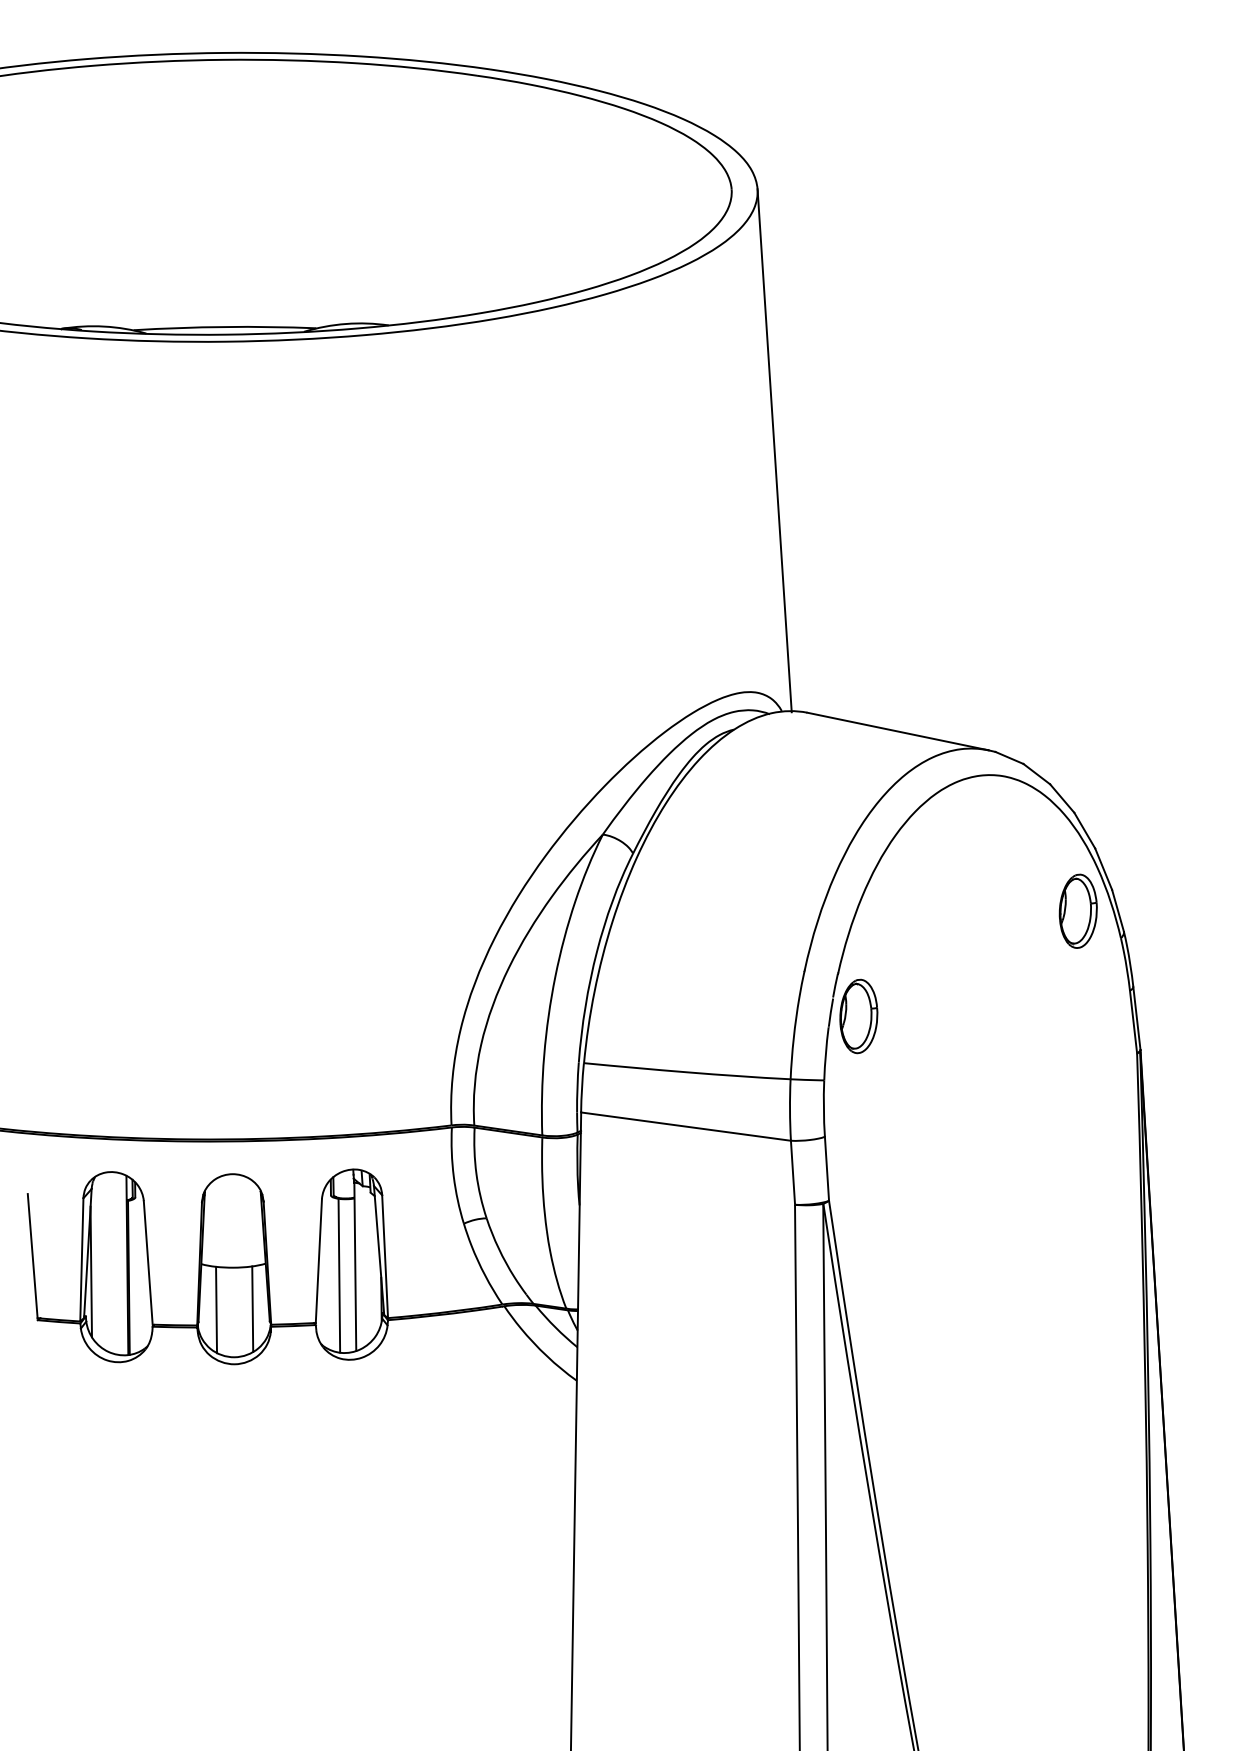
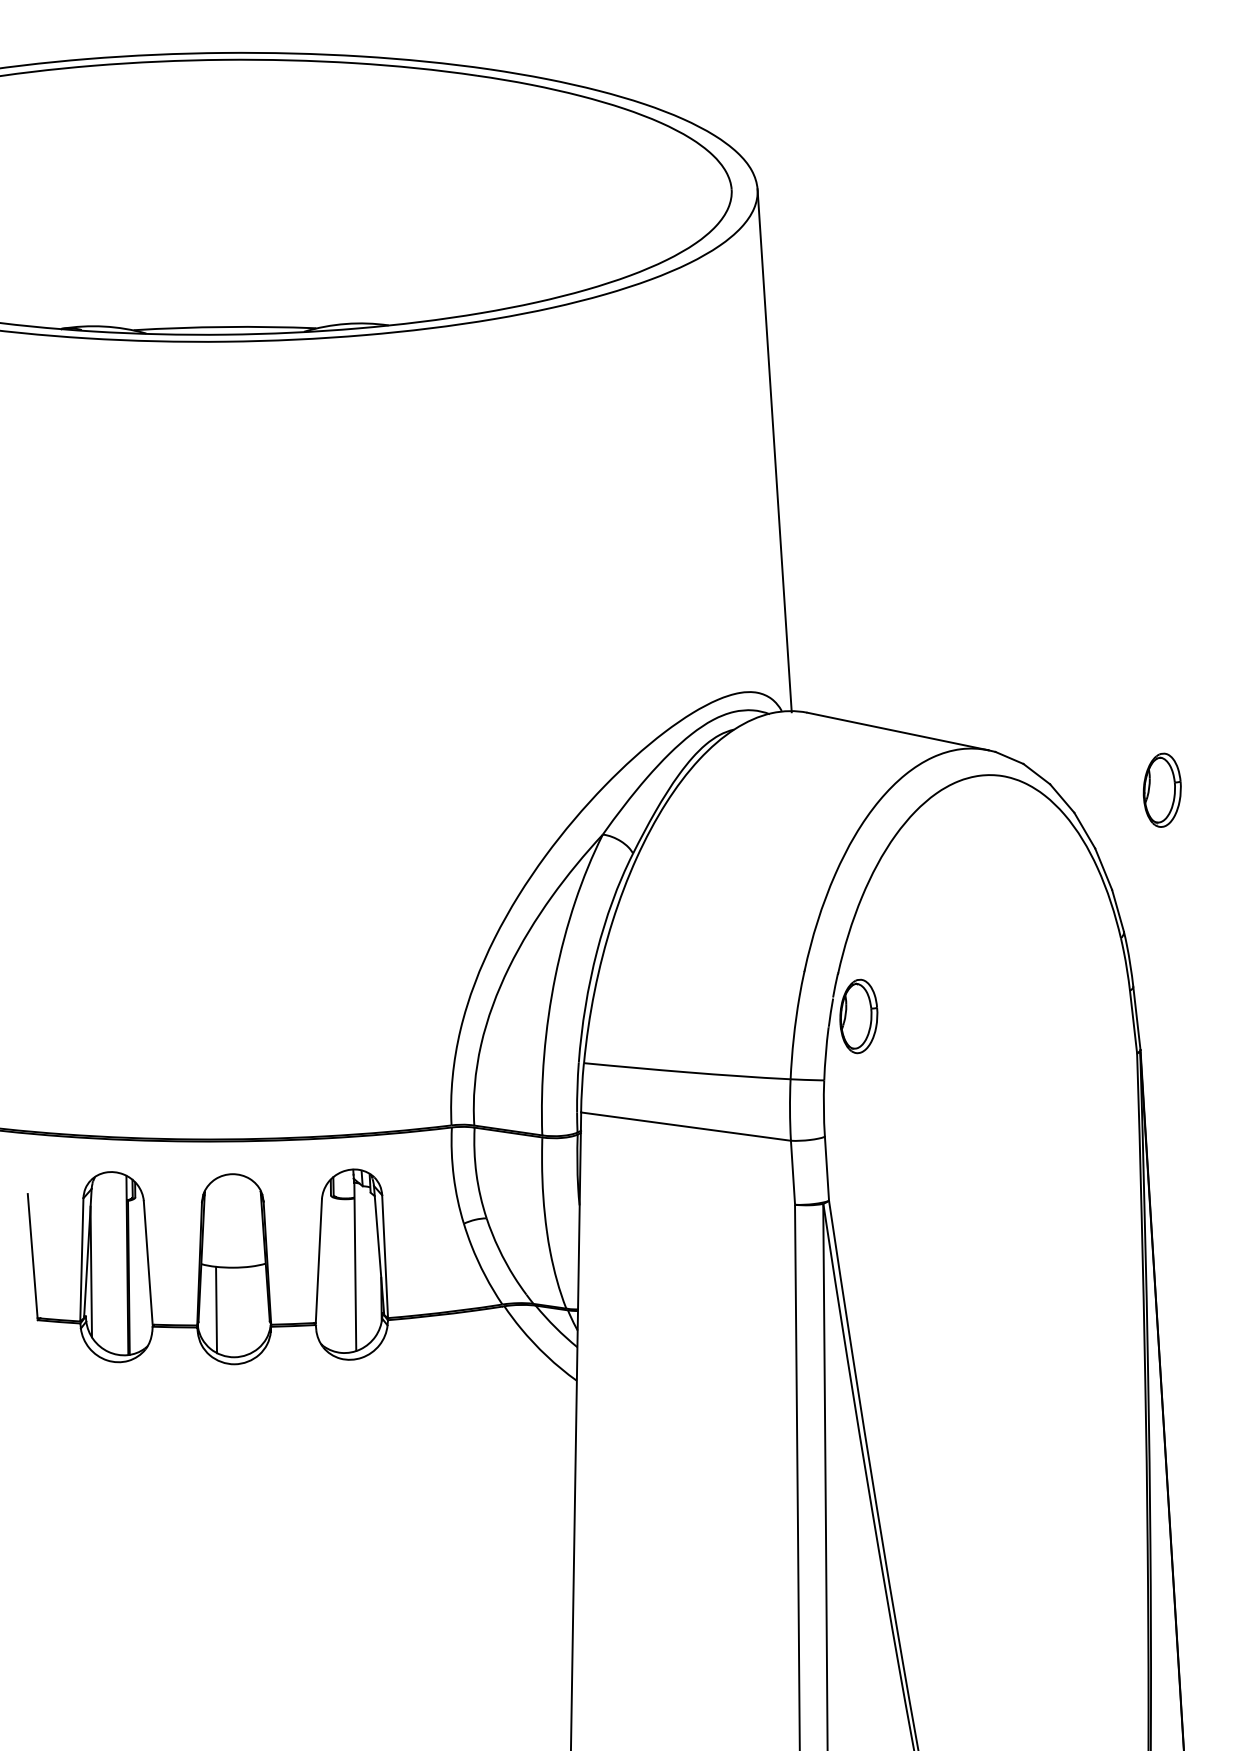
part at (1077, 910) position: (1077, 910) -> (1161, 789)
line at (339, 1275): present -> none
line at (252, 1308): present -> none
